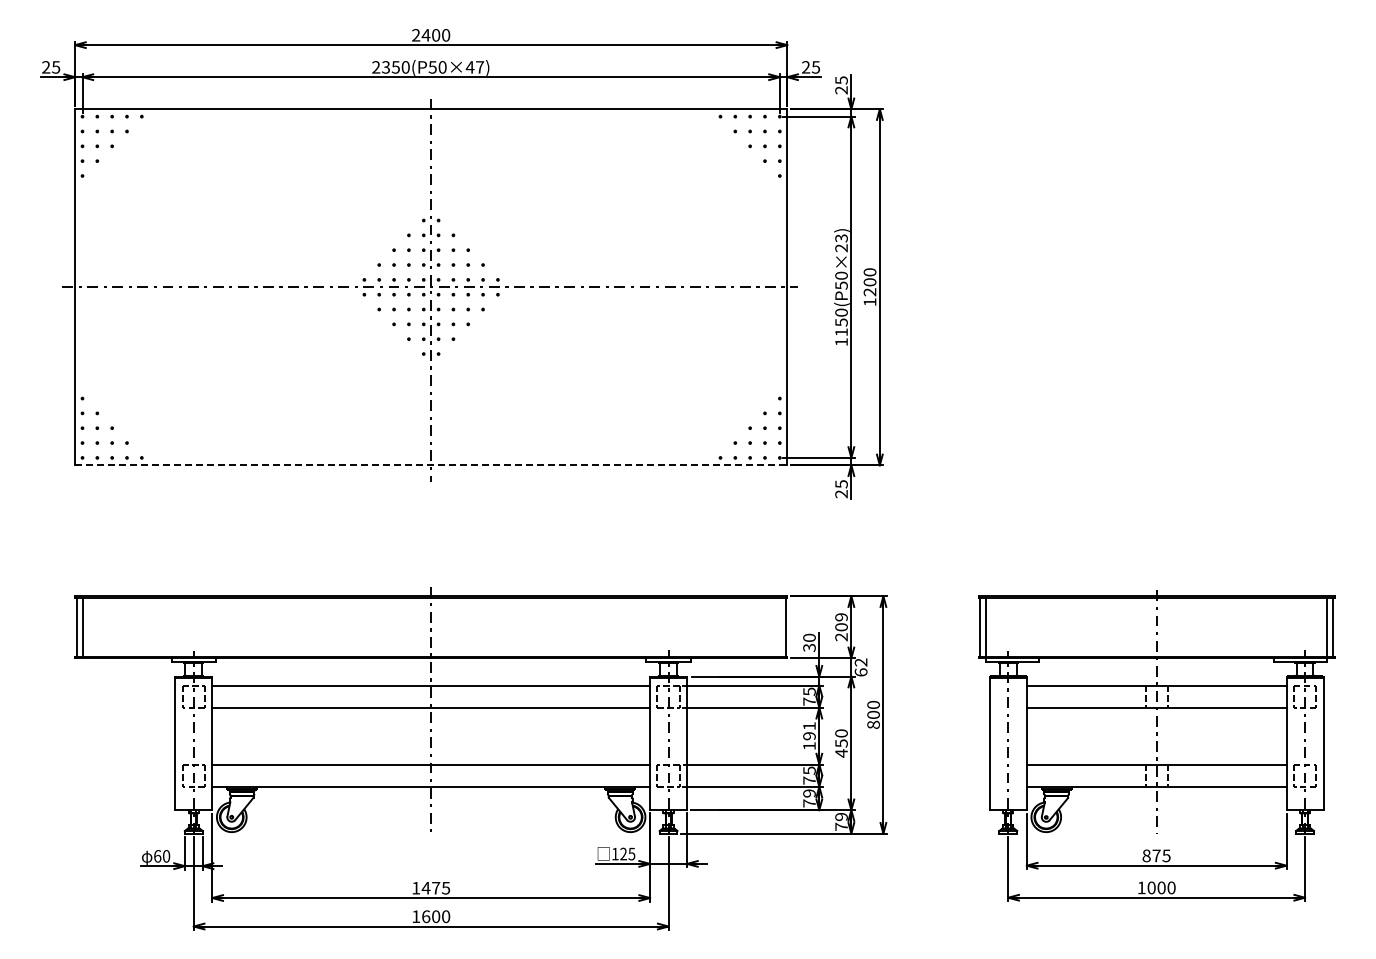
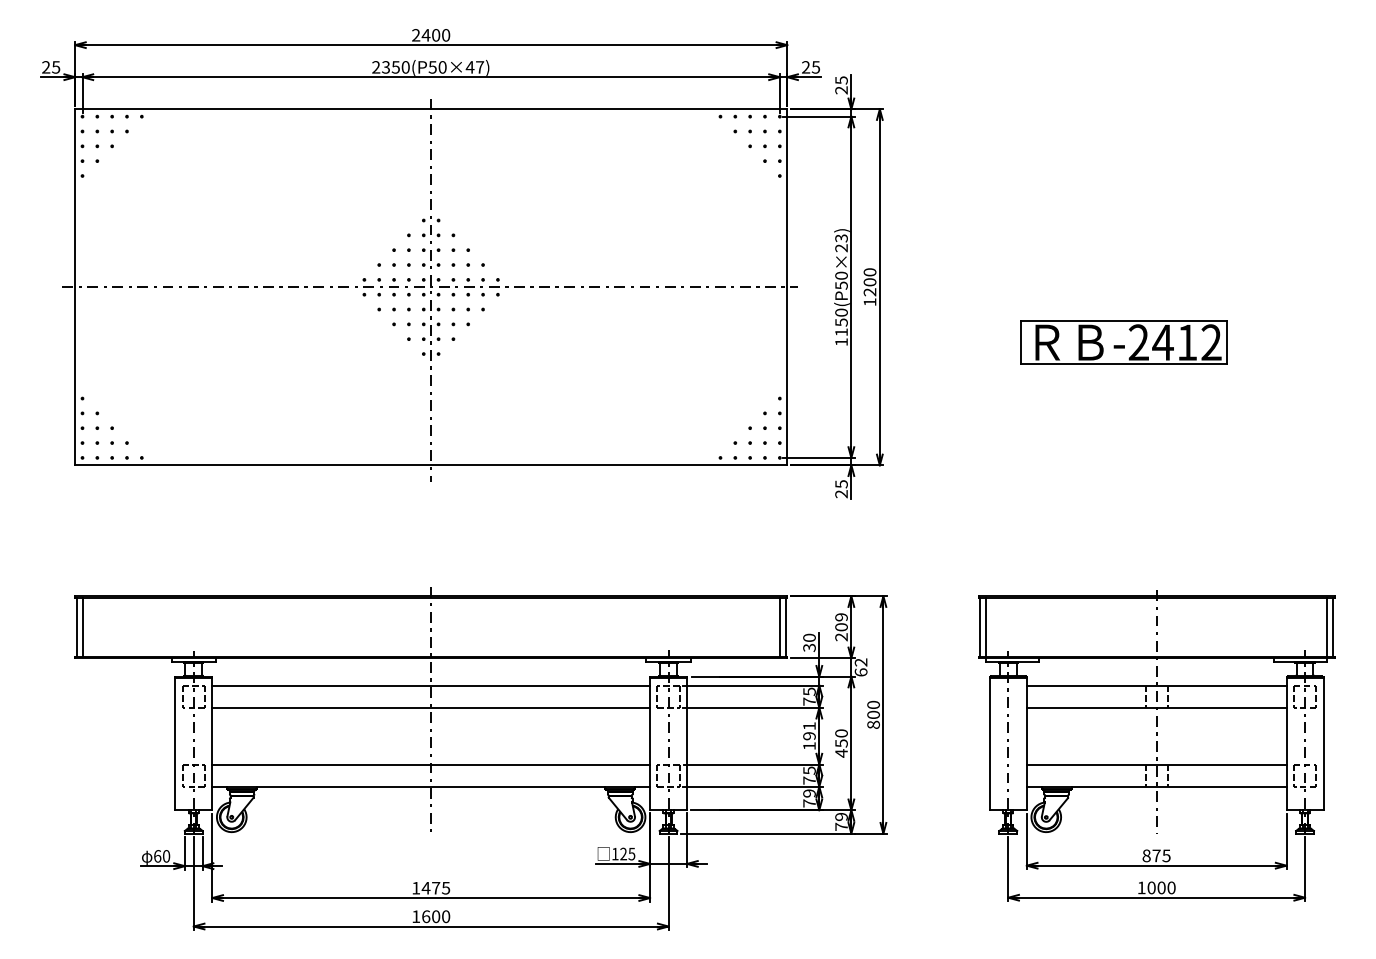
part at (1123, 342): none -> present
line at (431, 465): dashed -> solid
line at (779, 627): none -> present
